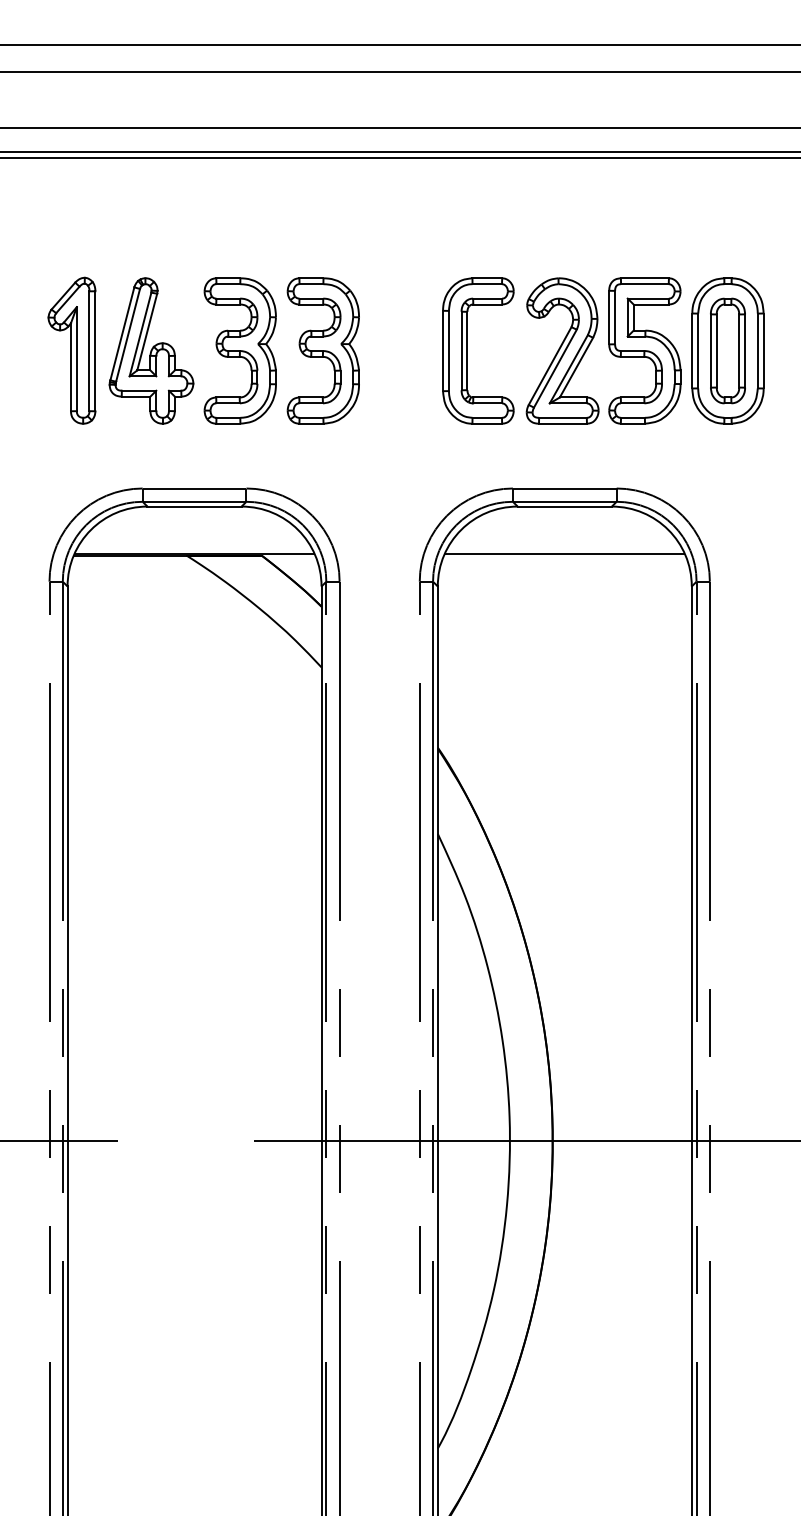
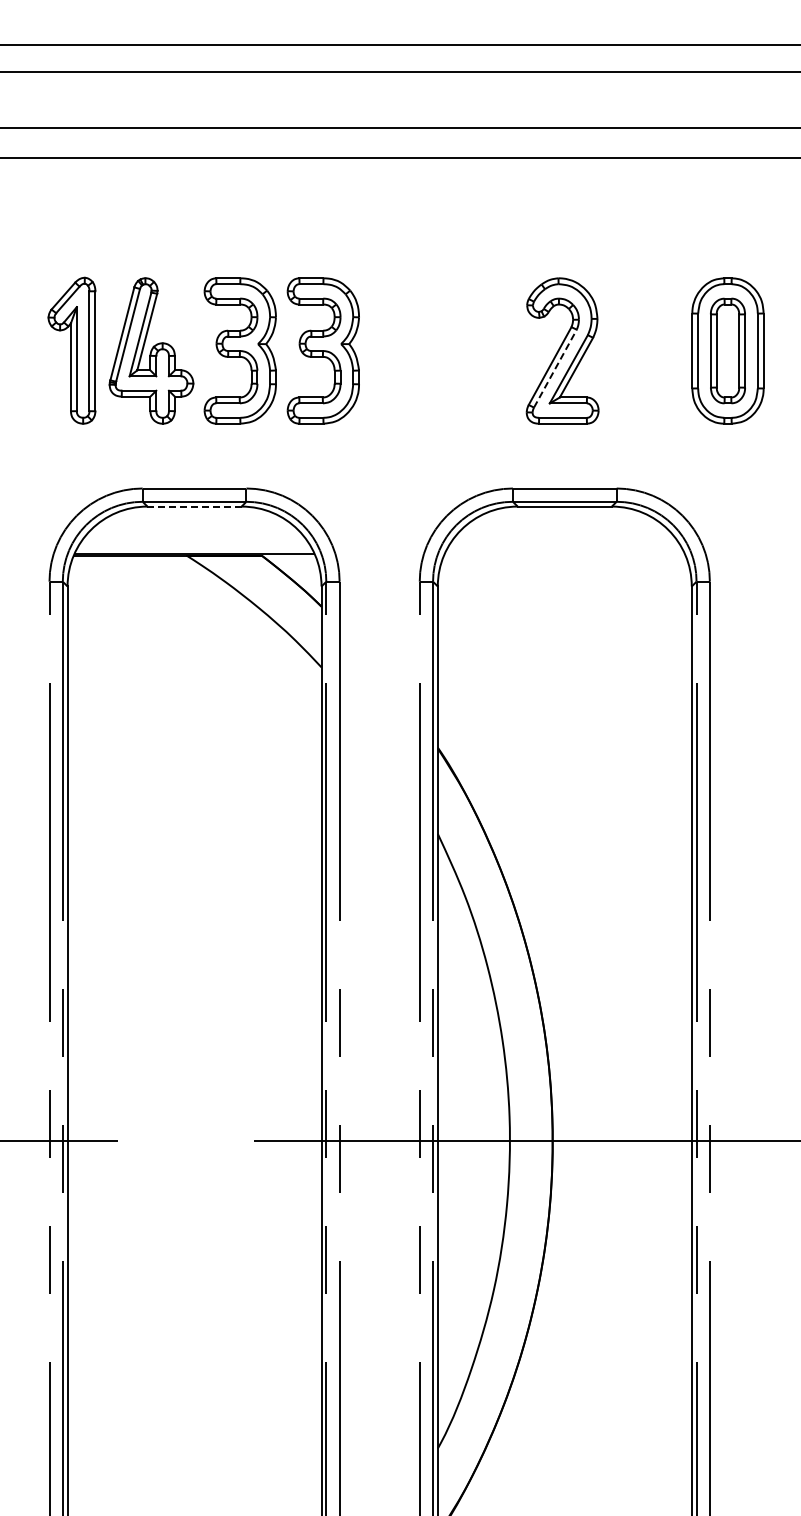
line at (399, 152): present -> none
part at (467, 350): present -> none
part at (644, 350): present -> none
line at (555, 368): solid -> dashed
line at (194, 506): solid -> dashed
line at (564, 554): present -> none
